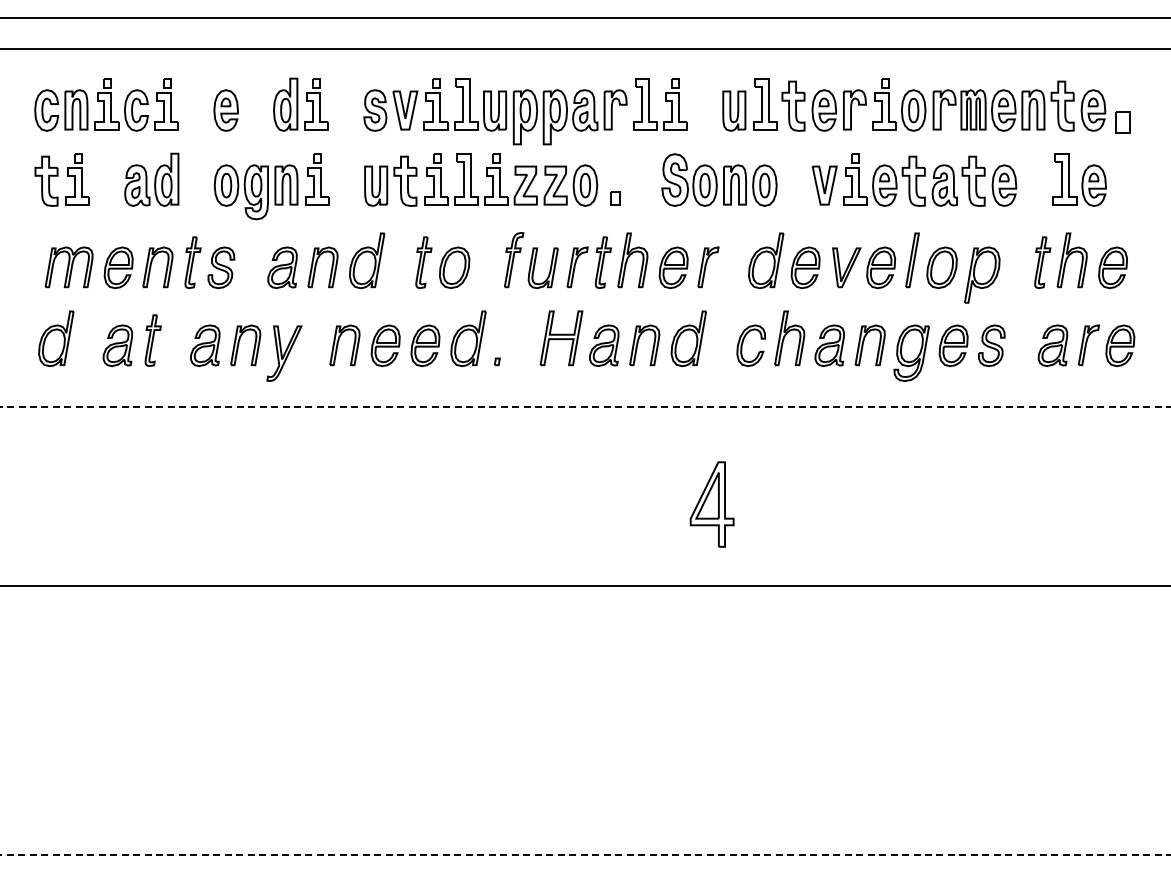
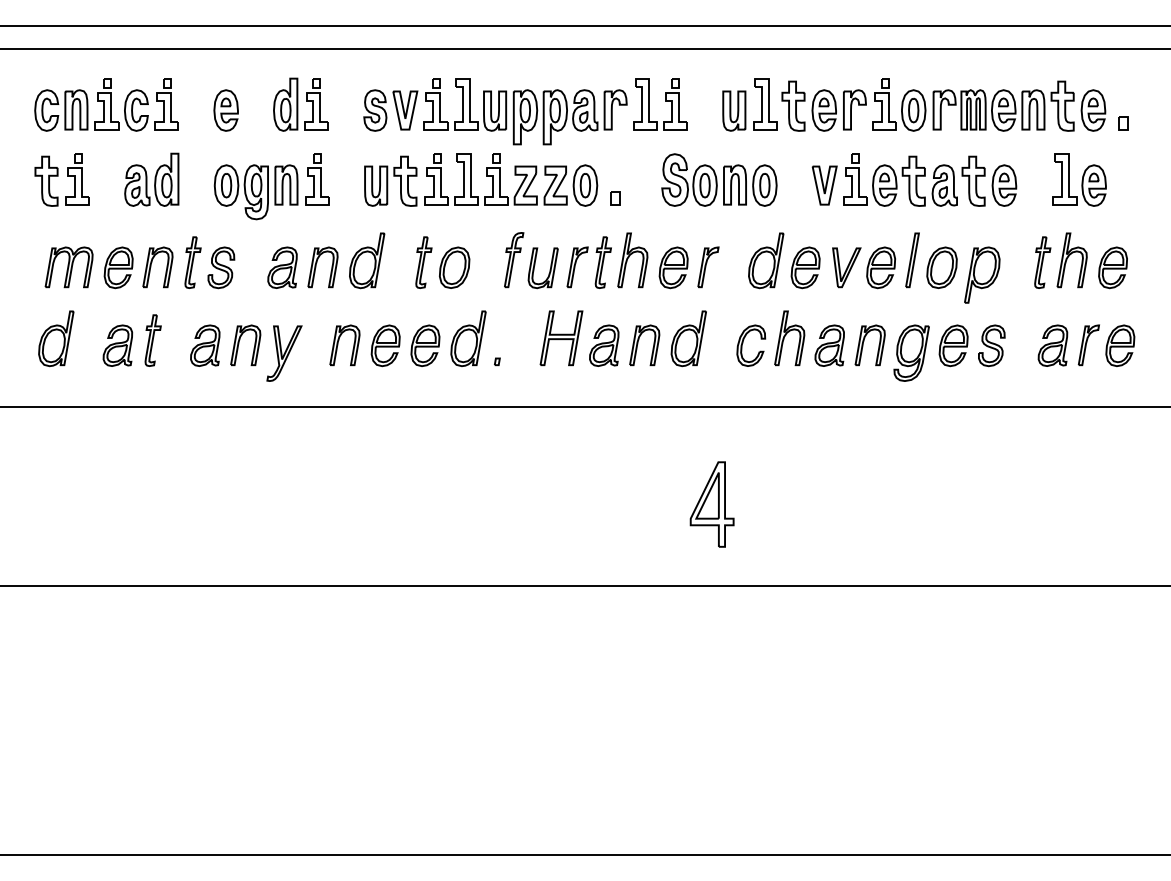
line at (584, 18) position: (584, 18) -> (584, 26)
part at (1122, 122) size: 16x23 px -> 11x15 px
line at (585, 406): dashed -> solid
line at (585, 854): dashed -> solid
